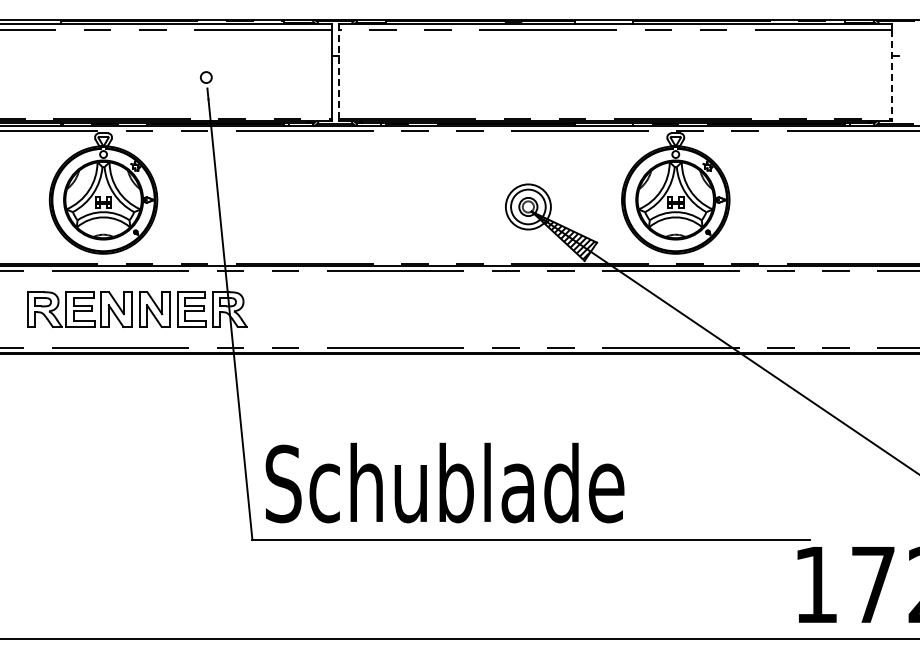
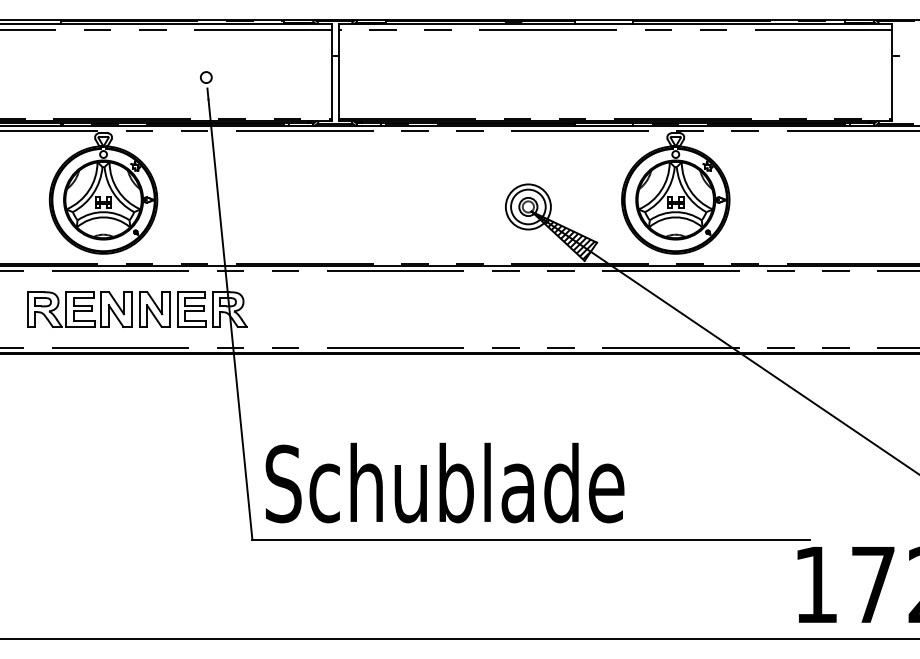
line at (338, 74): dashed -> solid
line at (892, 74): dashed -> solid
